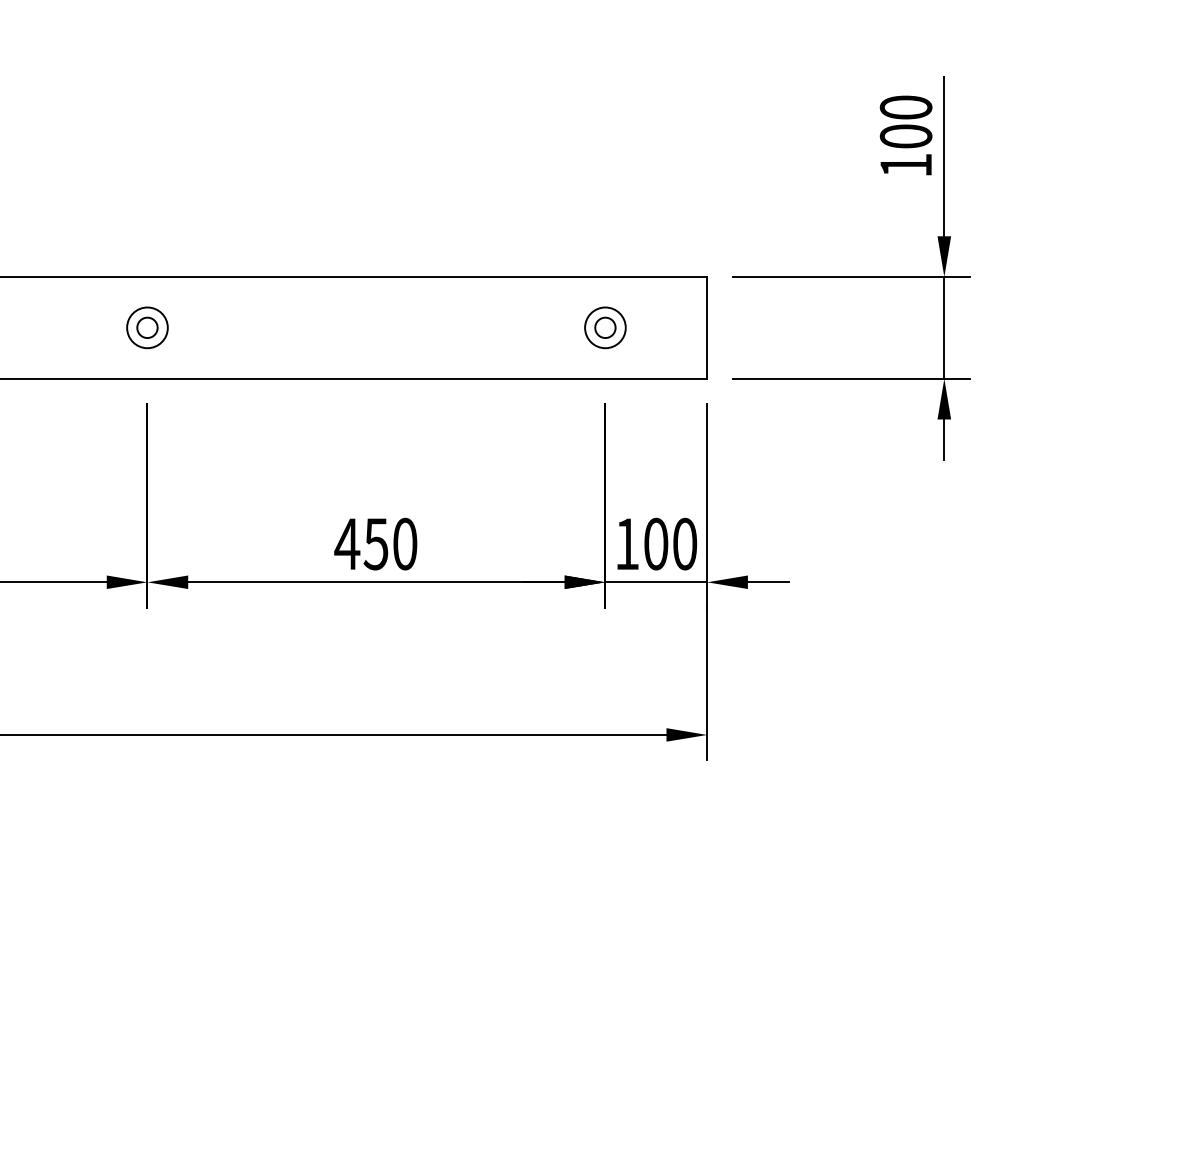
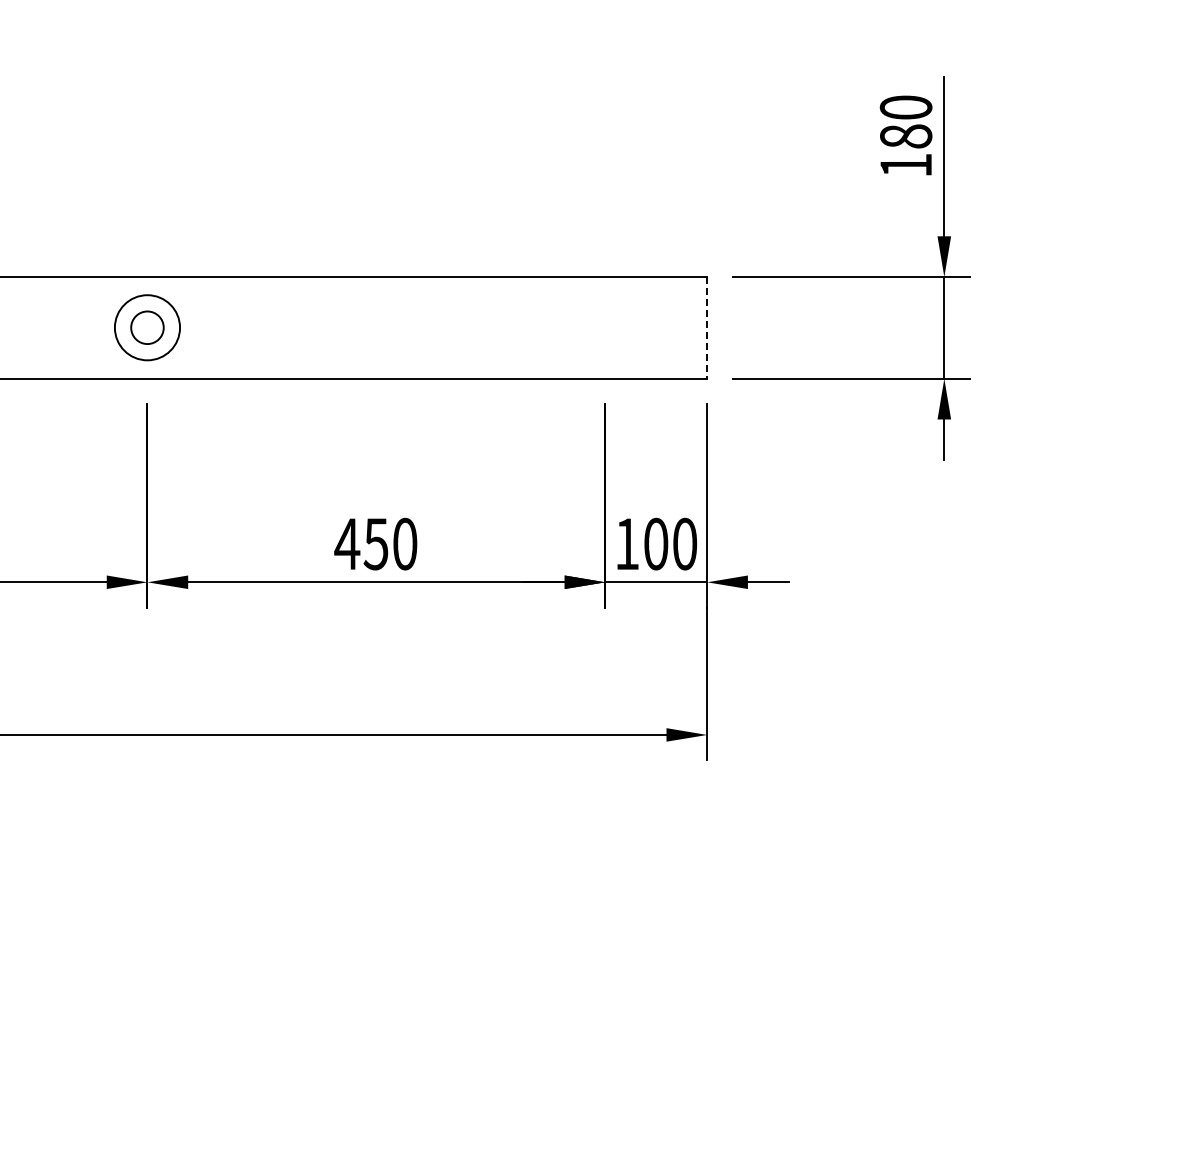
text at (905, 136): 100 -> 180
part at (147, 327) size: 43x44 px -> 67x68 px
part at (605, 327): present -> none
line at (707, 327): solid -> dashed
